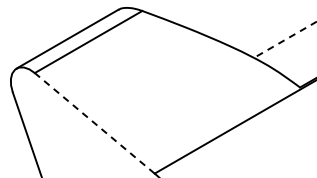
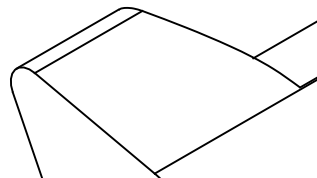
line at (284, 40): dashed -> solid
line at (94, 123): dashed -> solid
